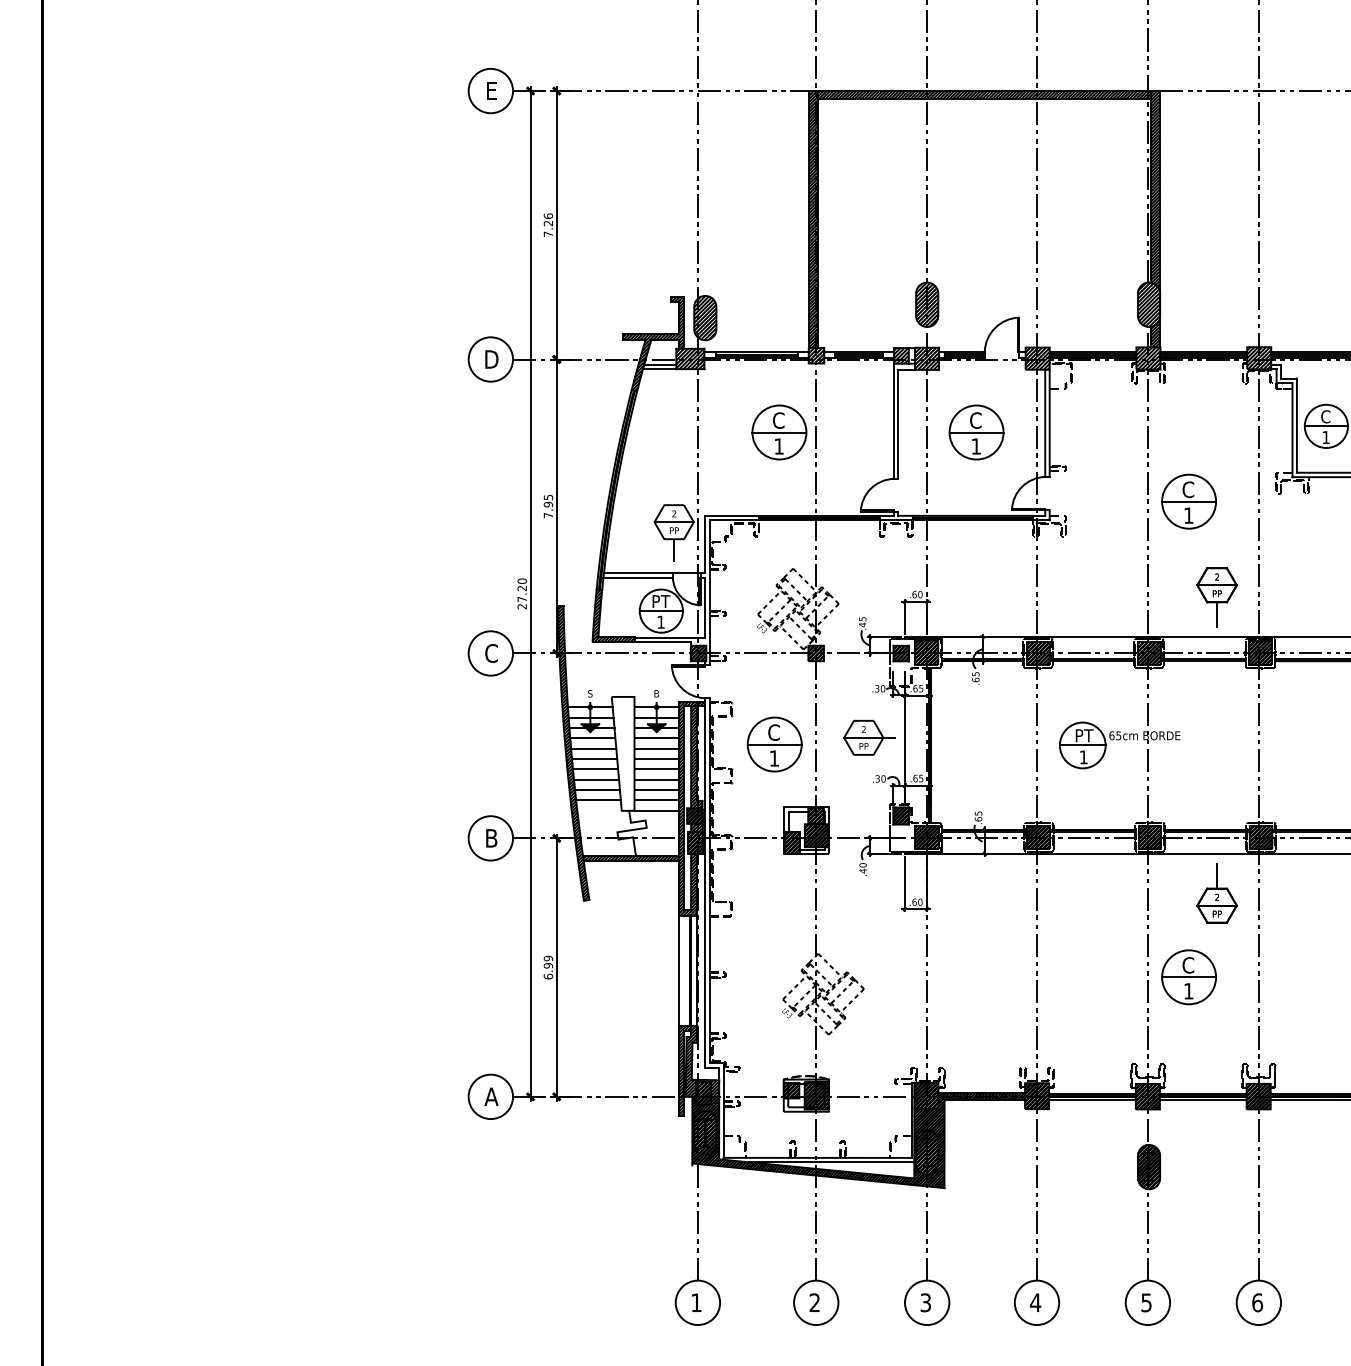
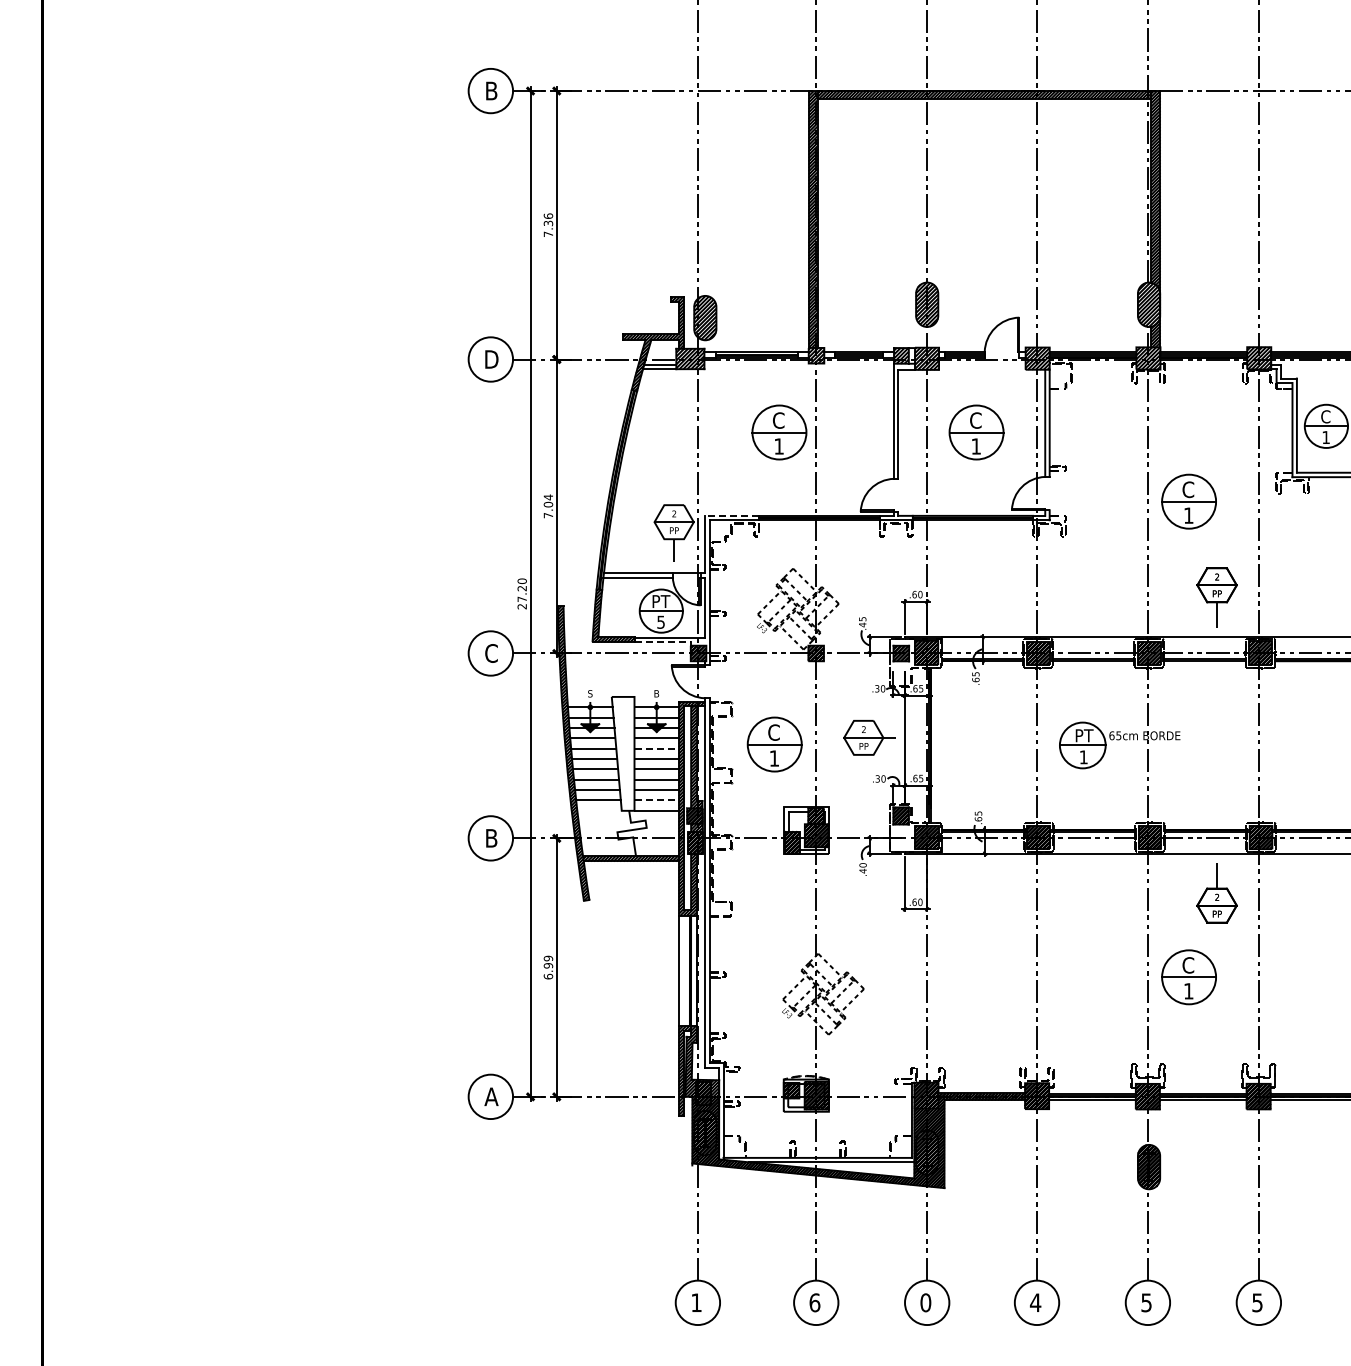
text at (491, 90): E -> B
text at (548, 223): 7.26 -> 7.36
text at (548, 500): 7.95 -> 7.04
line at (731, 515): solid -> dashed
text at (660, 621): 1 -> 5
line at (663, 642): solid -> dashed
line at (657, 748): solid -> dashed
line at (657, 800): solid -> dashed
text at (814, 1302): 2 -> 6
text at (925, 1302): 3 -> 0
text at (1257, 1302): 6 -> 5
